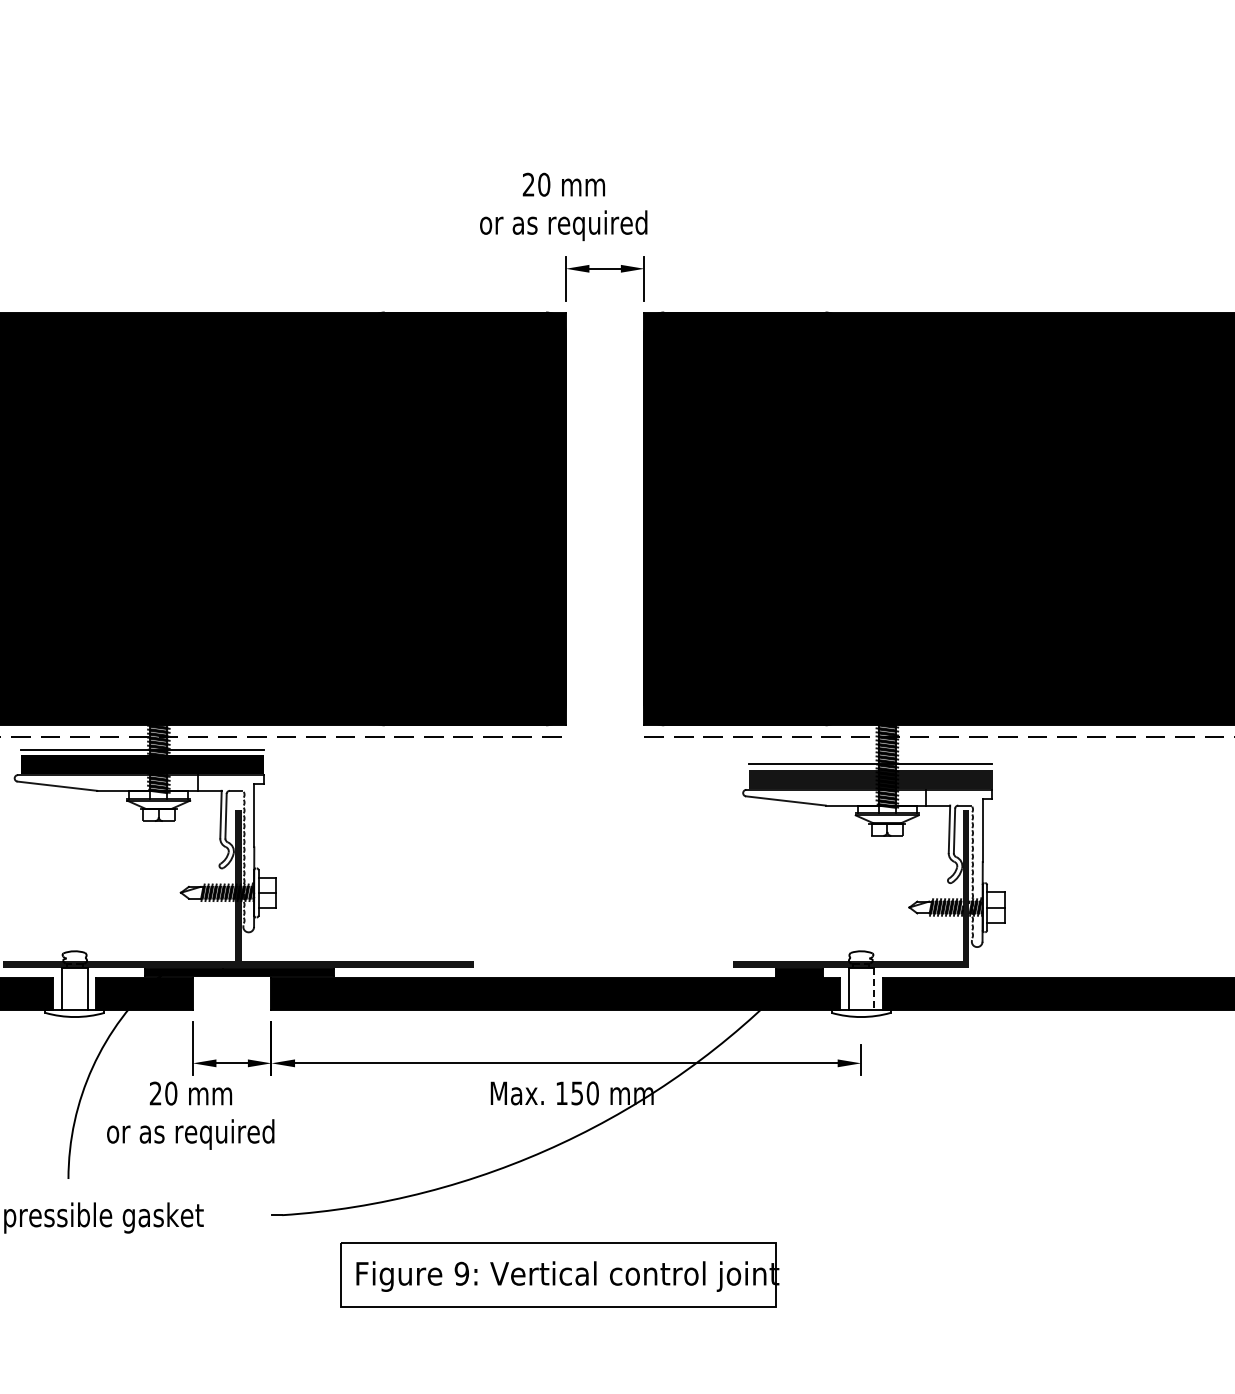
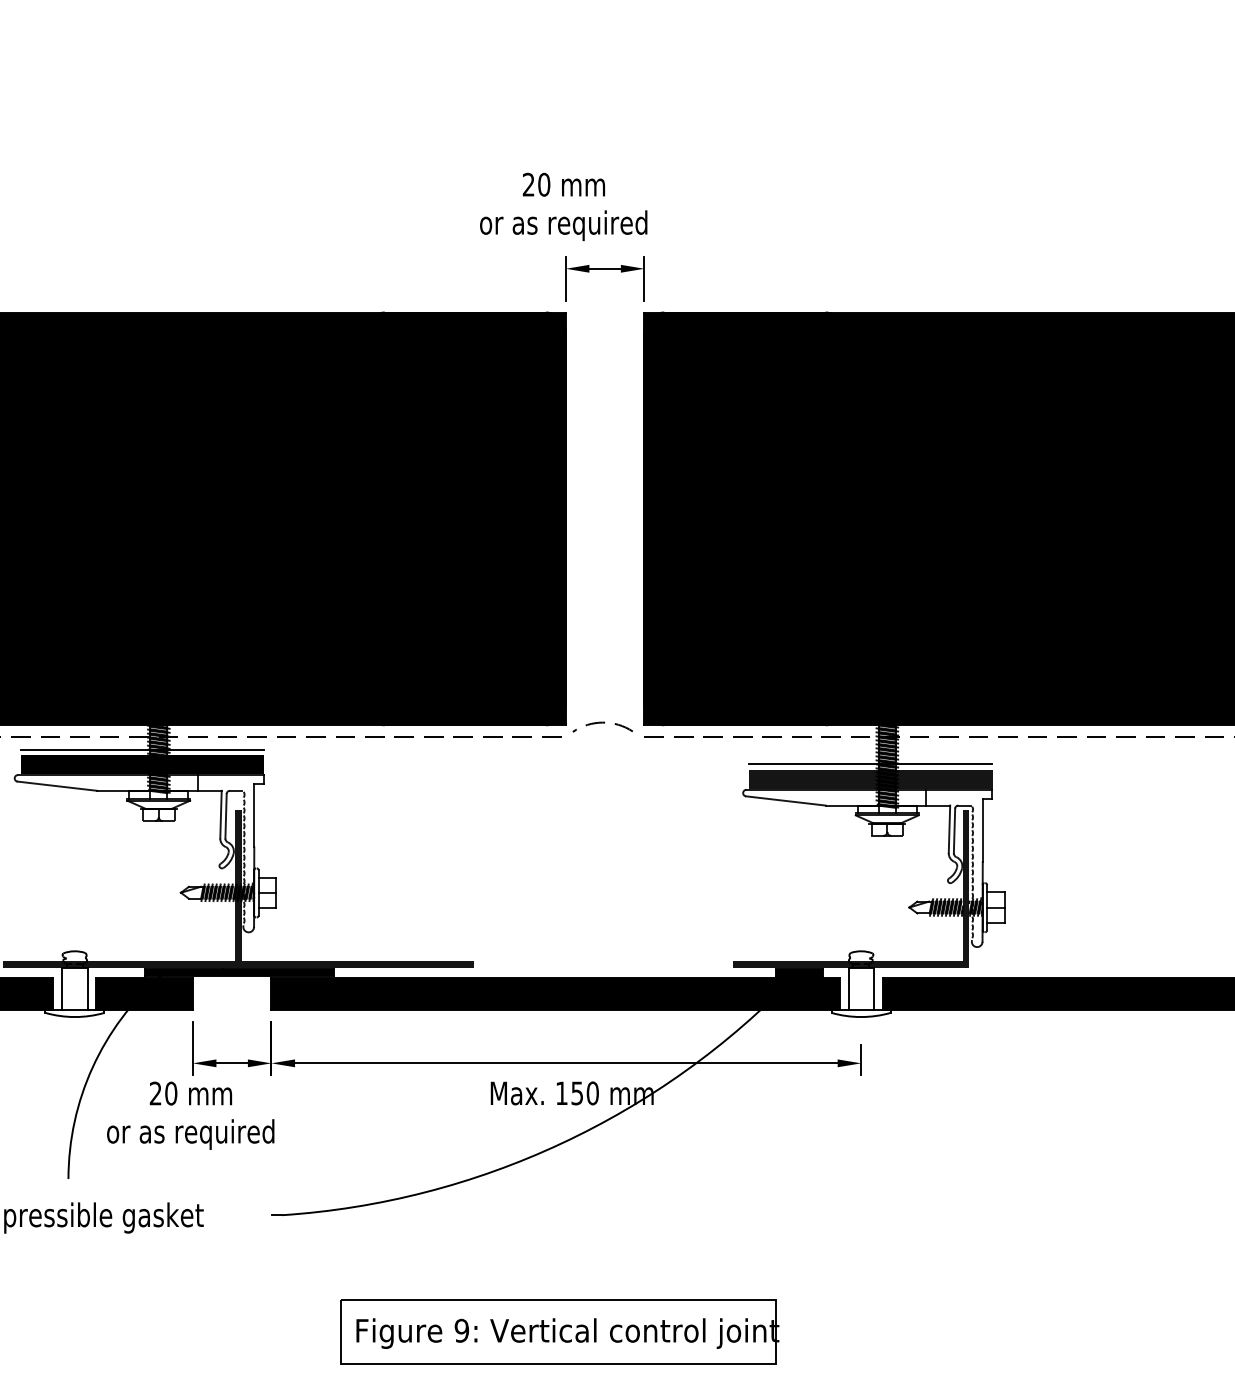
arc at (602, 723): none -> present
line at (873, 988): dashed -> solid
part at (559, 1274) position: (559, 1274) -> (559, 1331)
